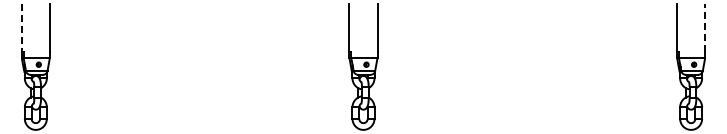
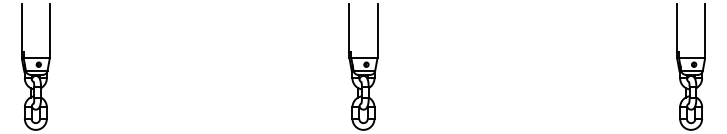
line at (705, 27): dashed -> solid
line at (21, 28): dashed -> solid
